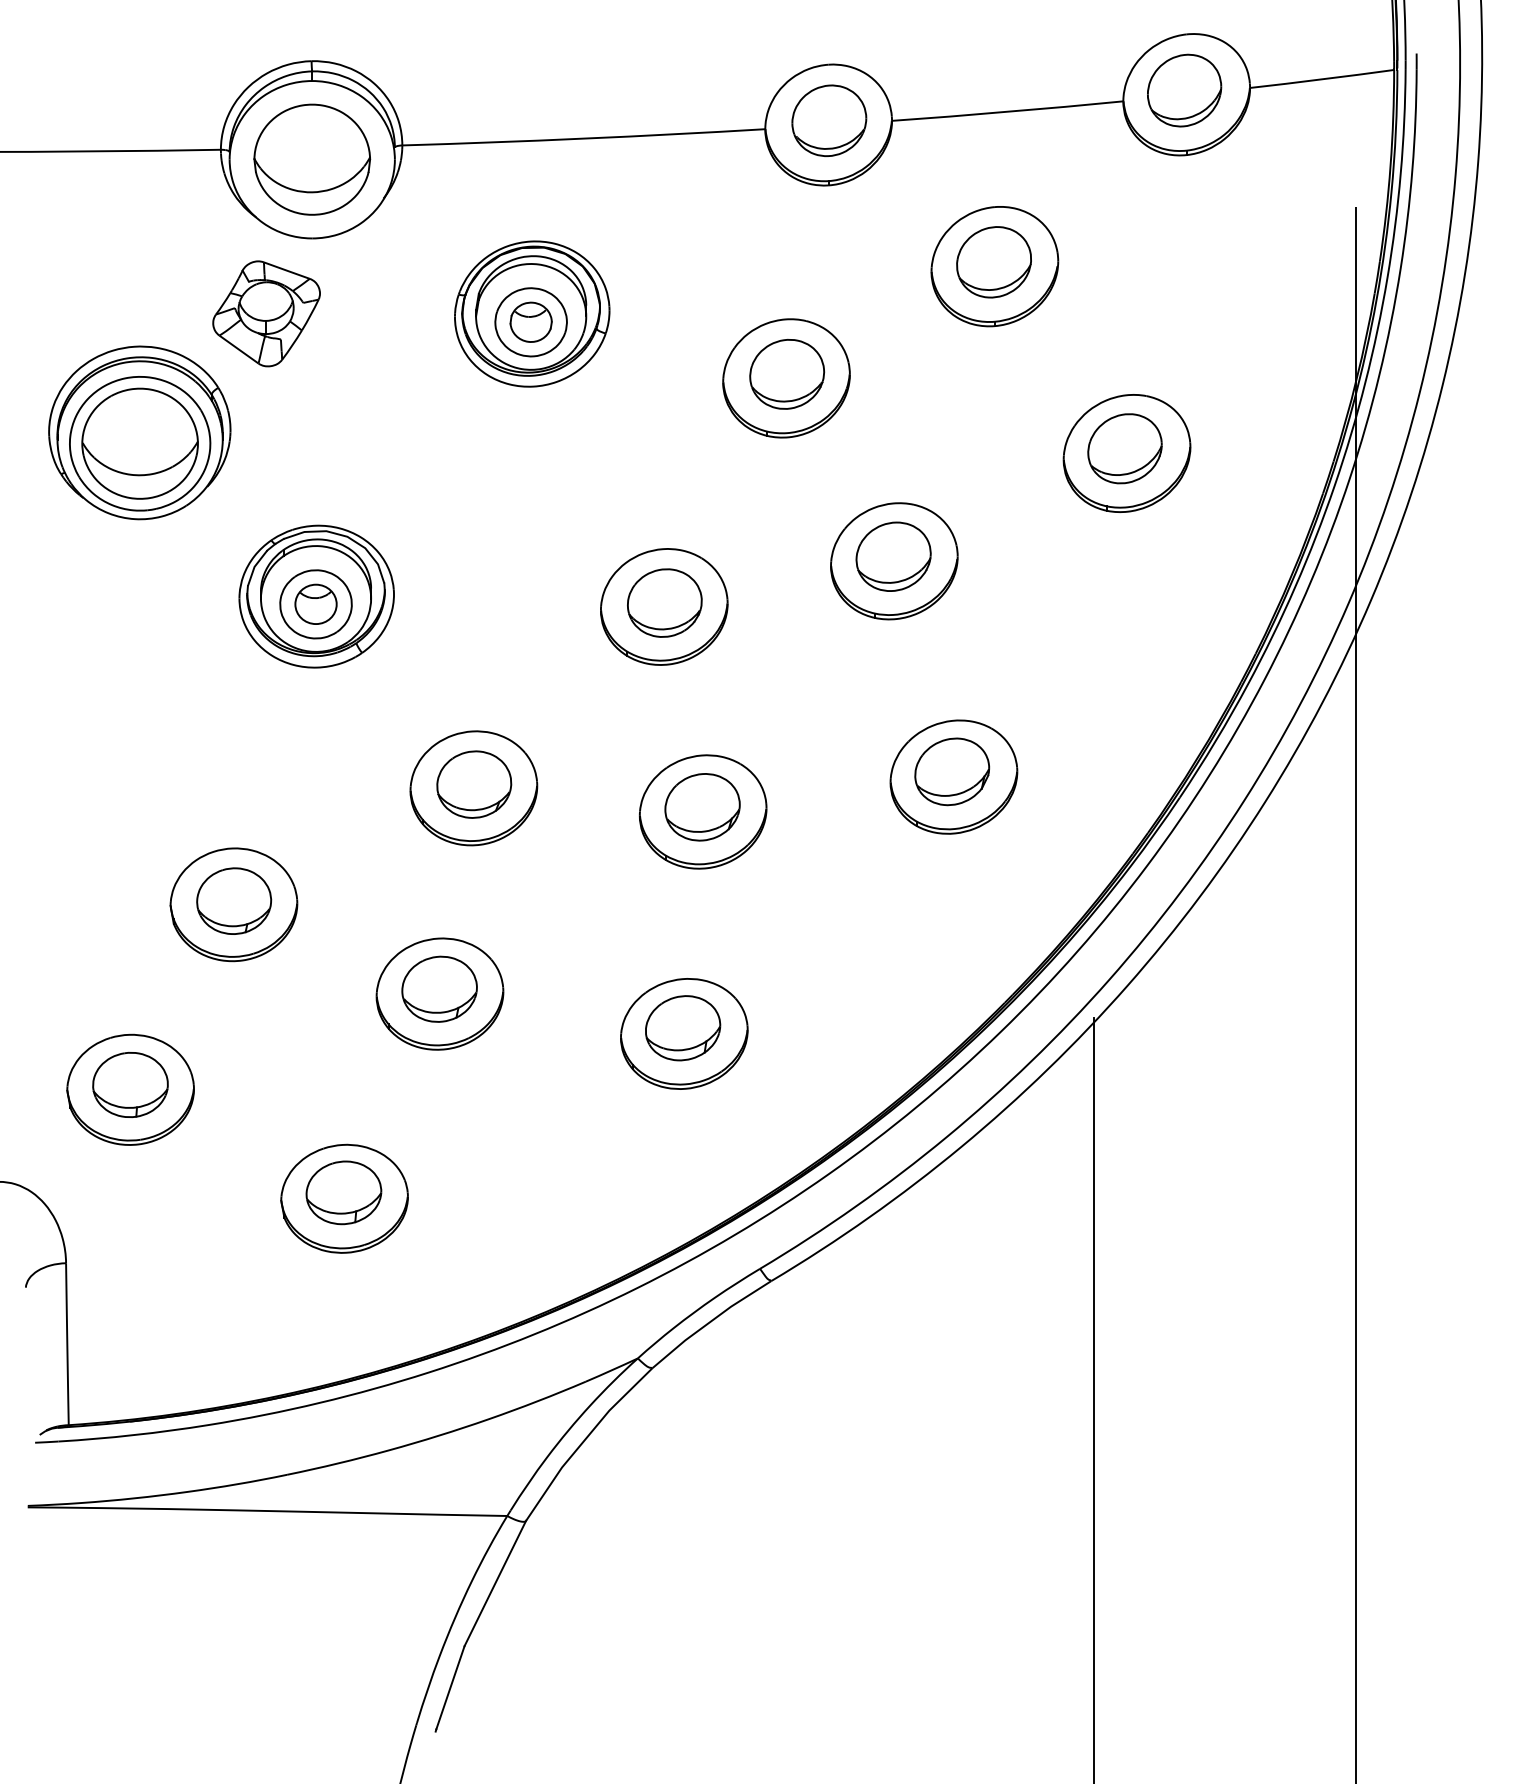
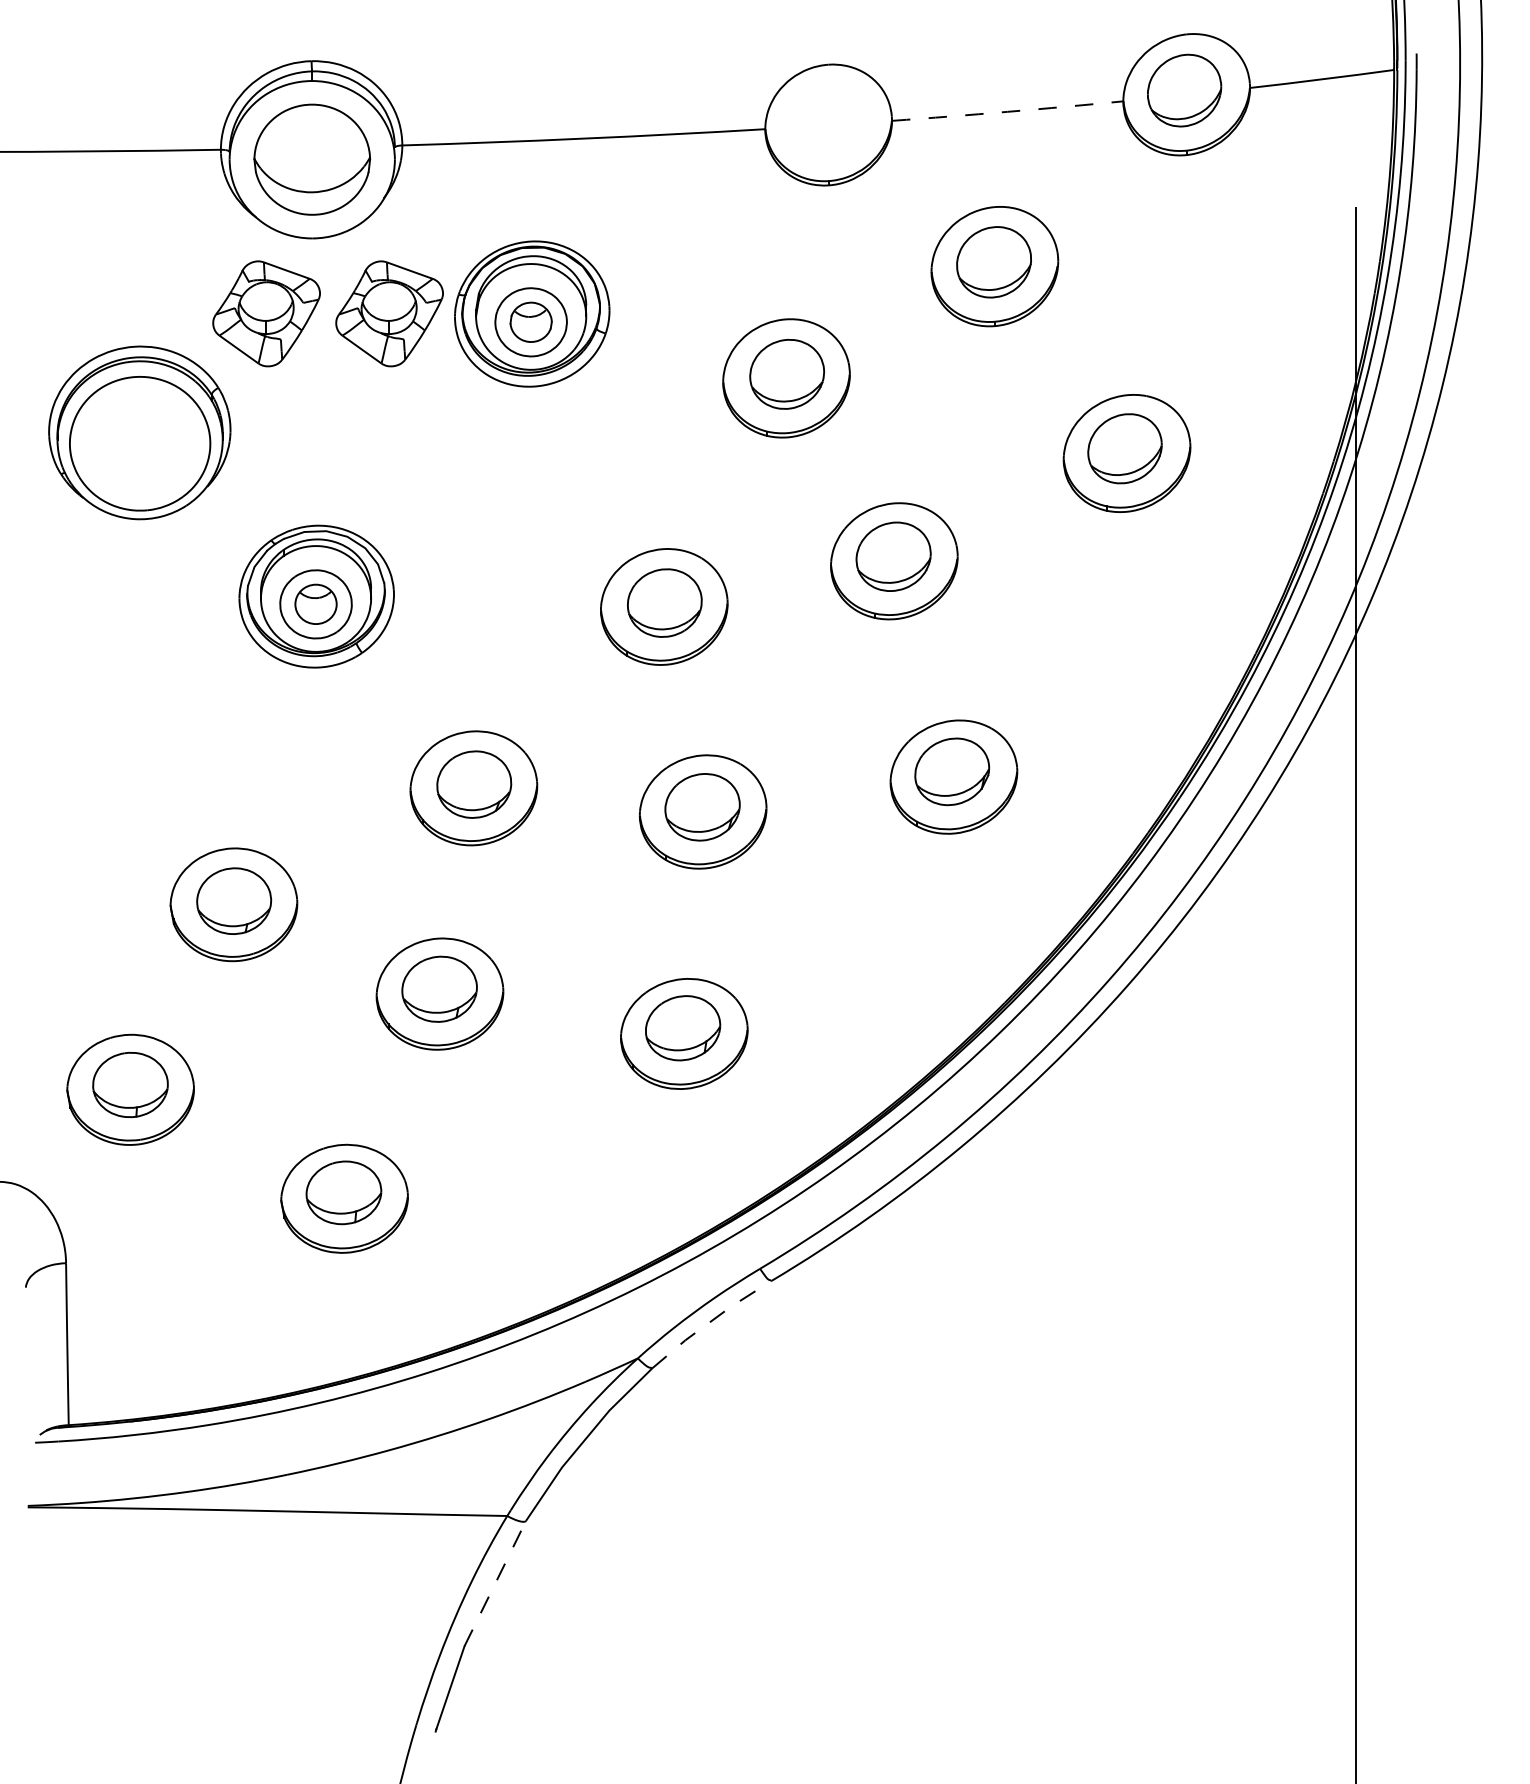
arc at (1007, 111): solid -> dashed
part at (829, 120): present -> none
part at (389, 313): none -> present
part at (139, 443): present -> none
line at (710, 1321): solid -> dashed
line at (1094, 1398): present -> none
line at (495, 1583): solid -> dashed
